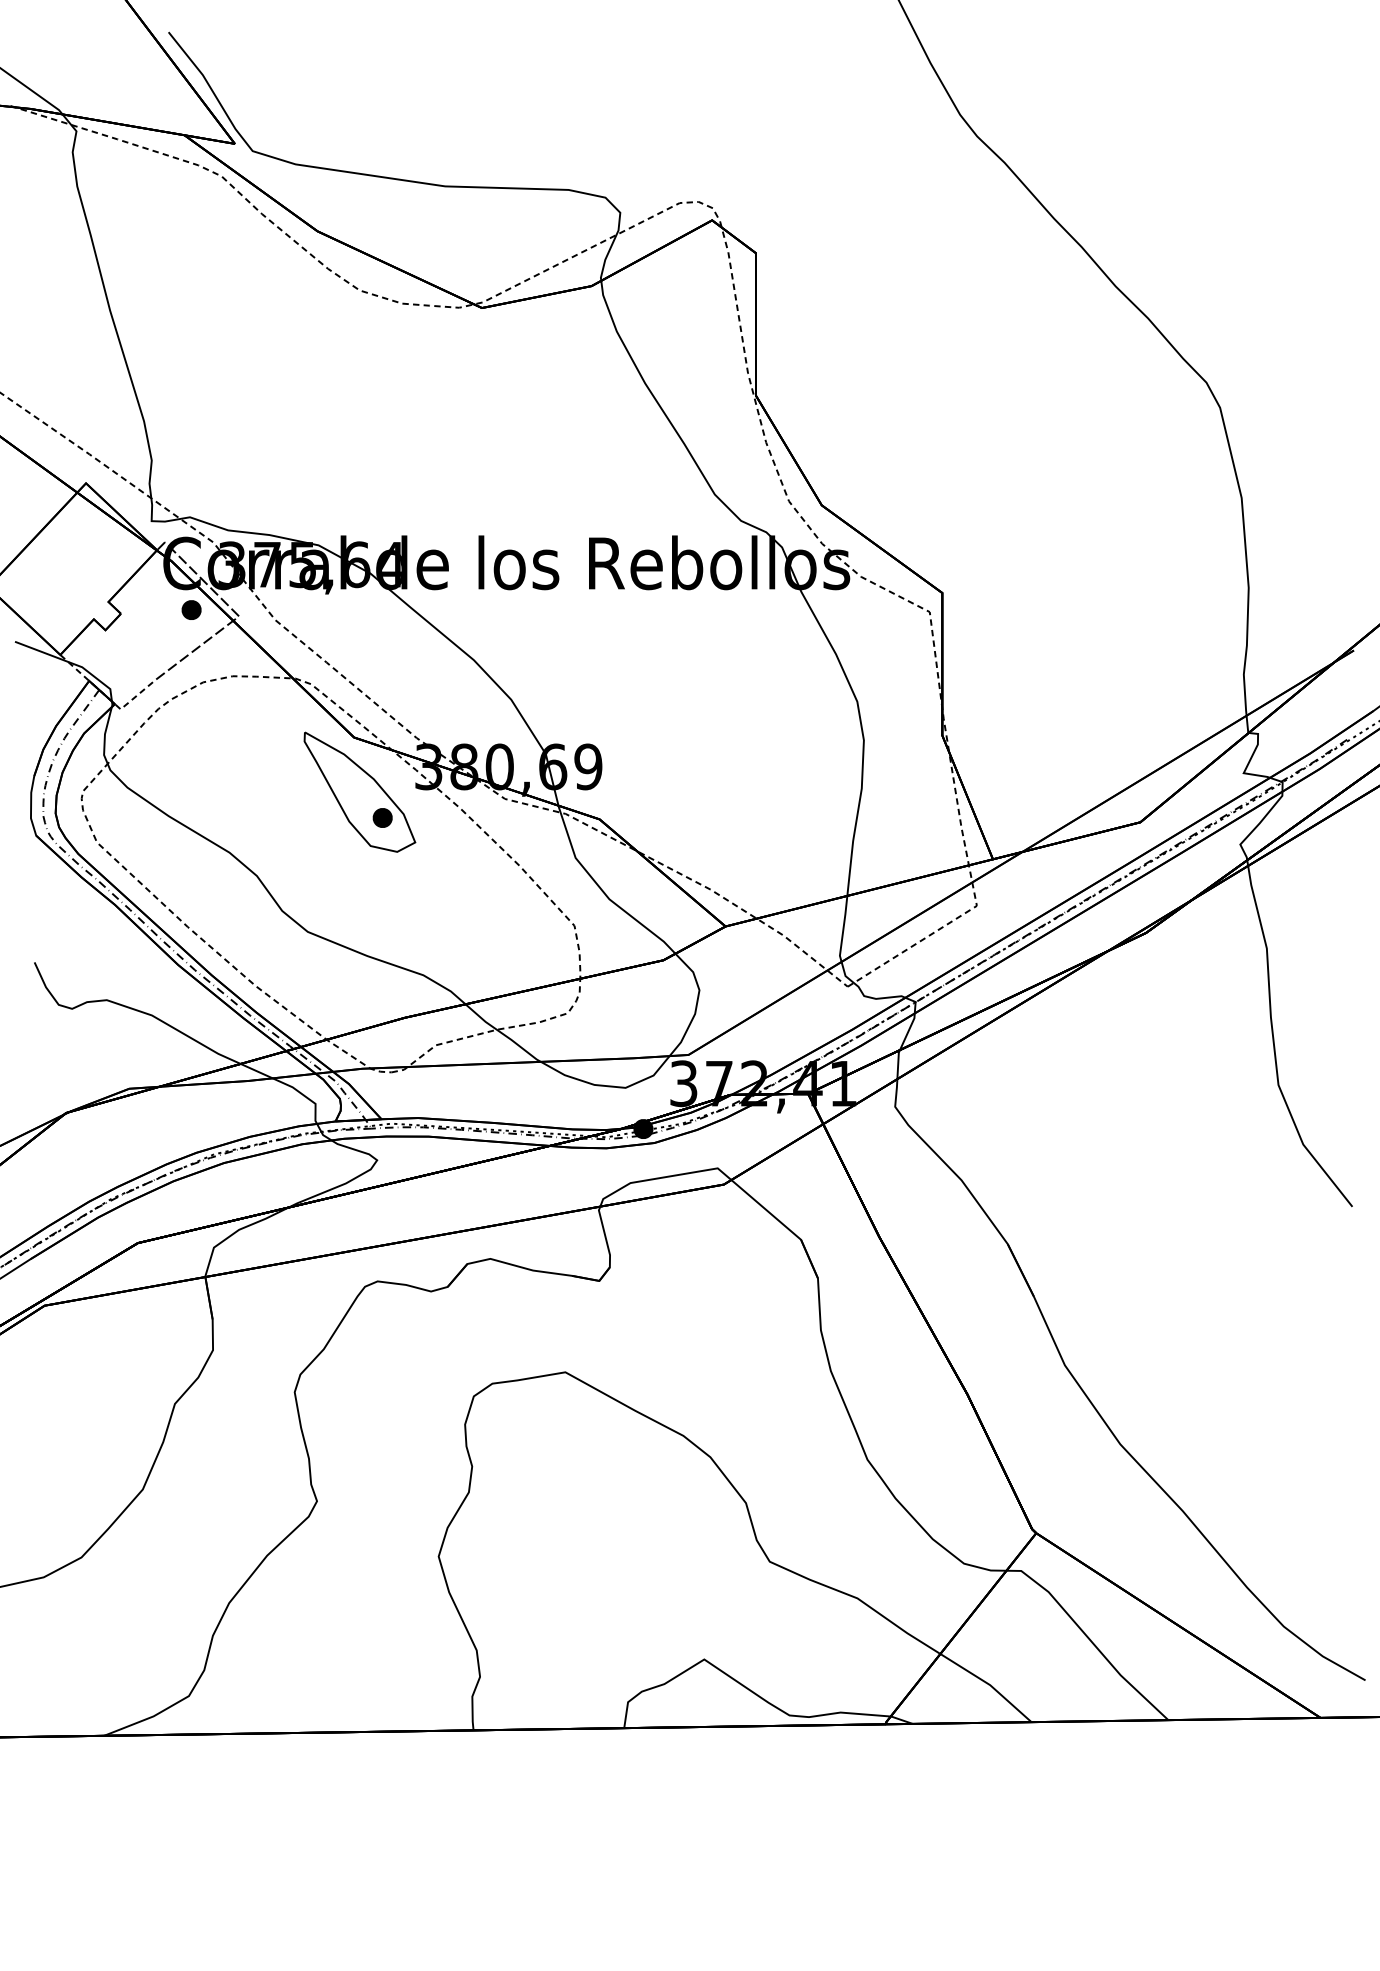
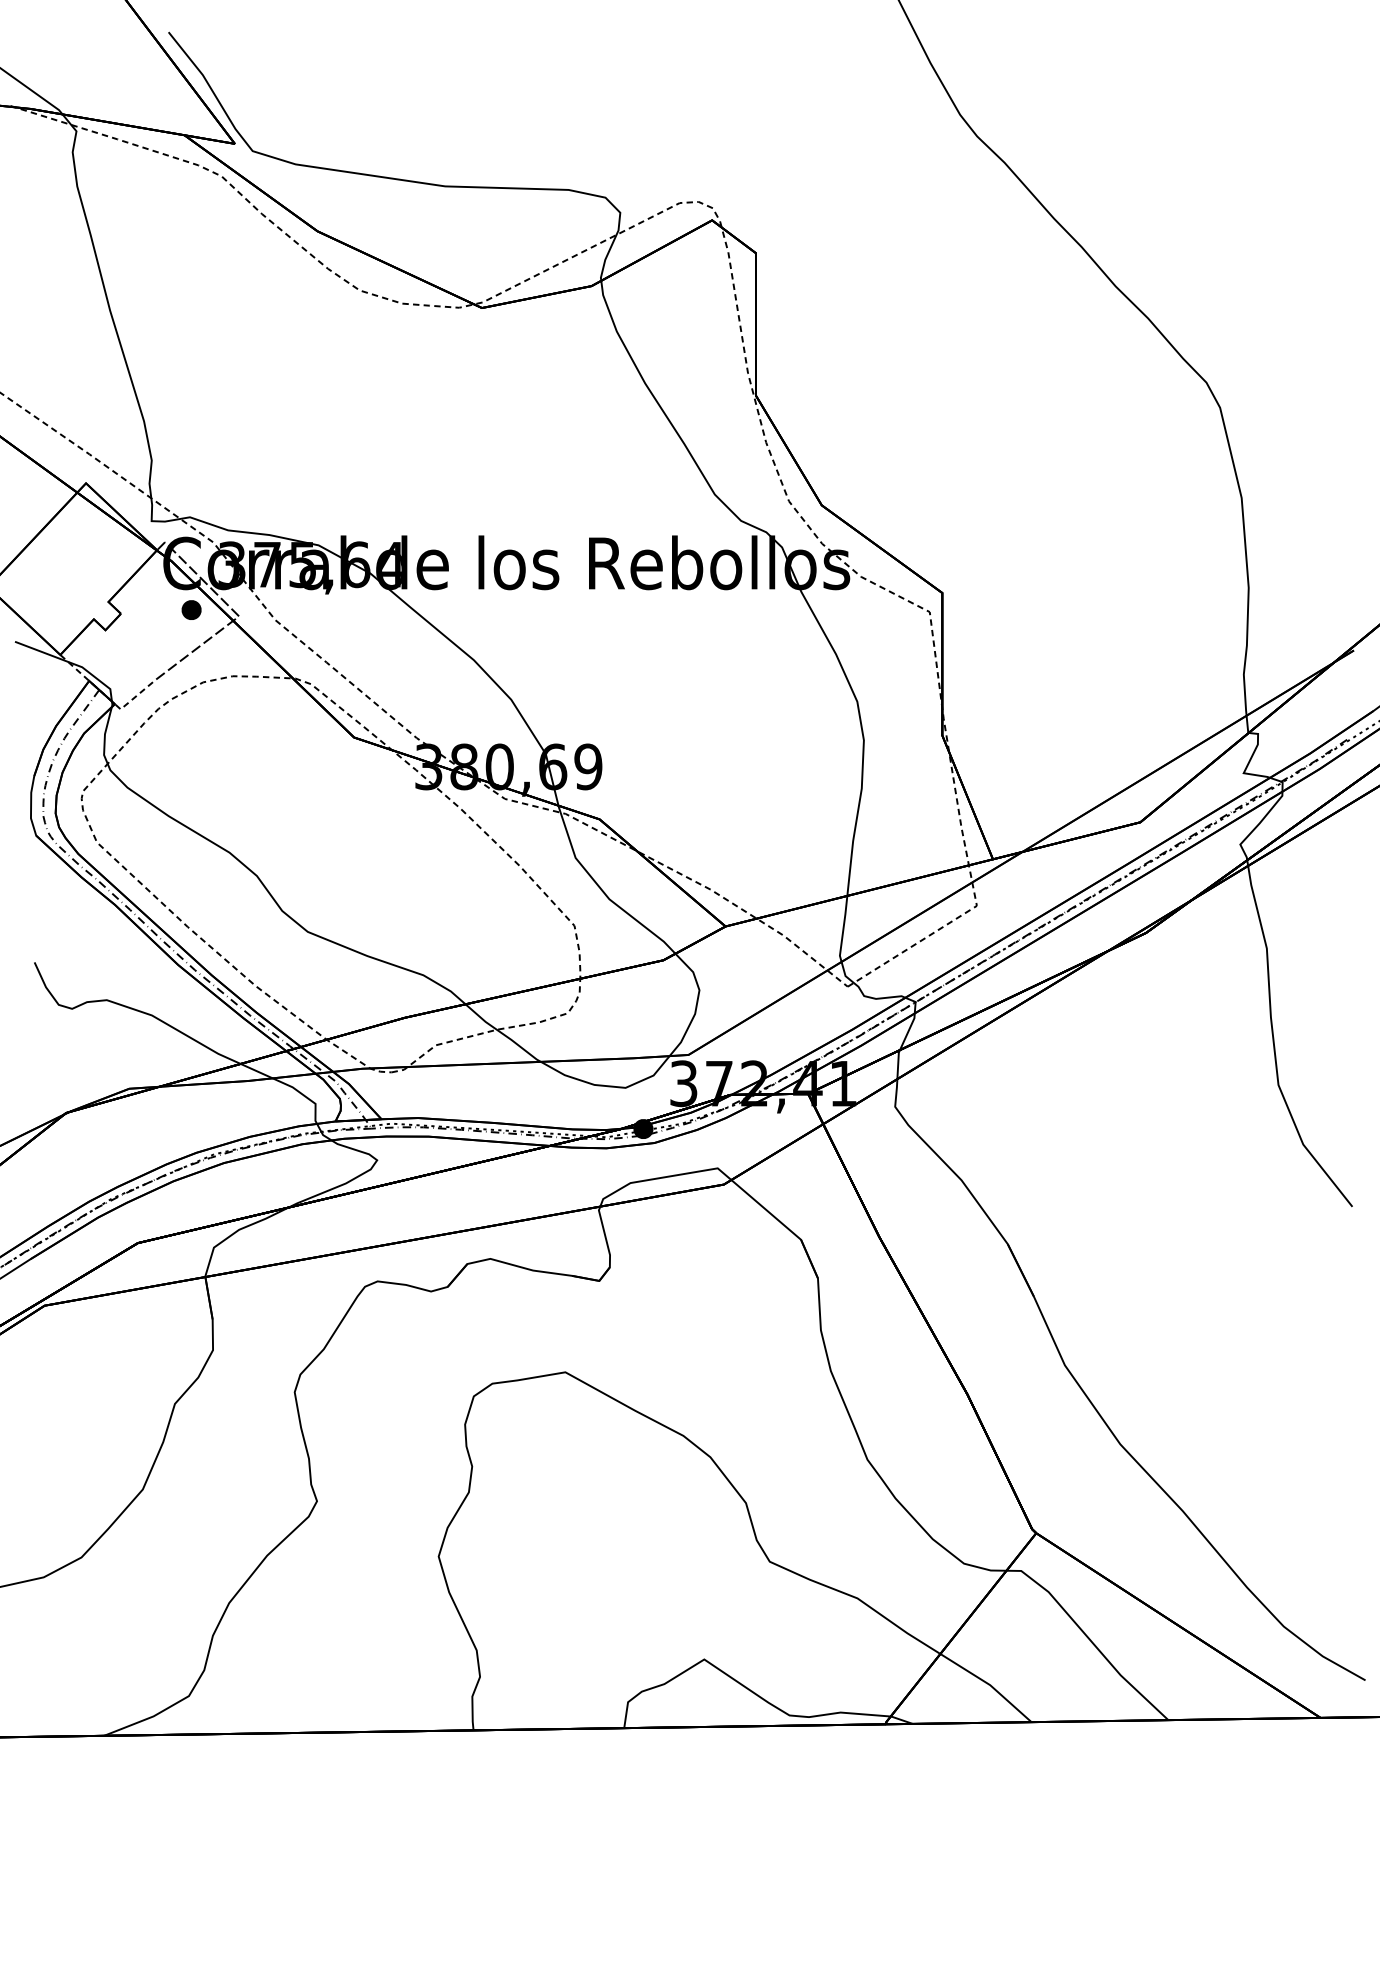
part at (359, 791): present -> none
